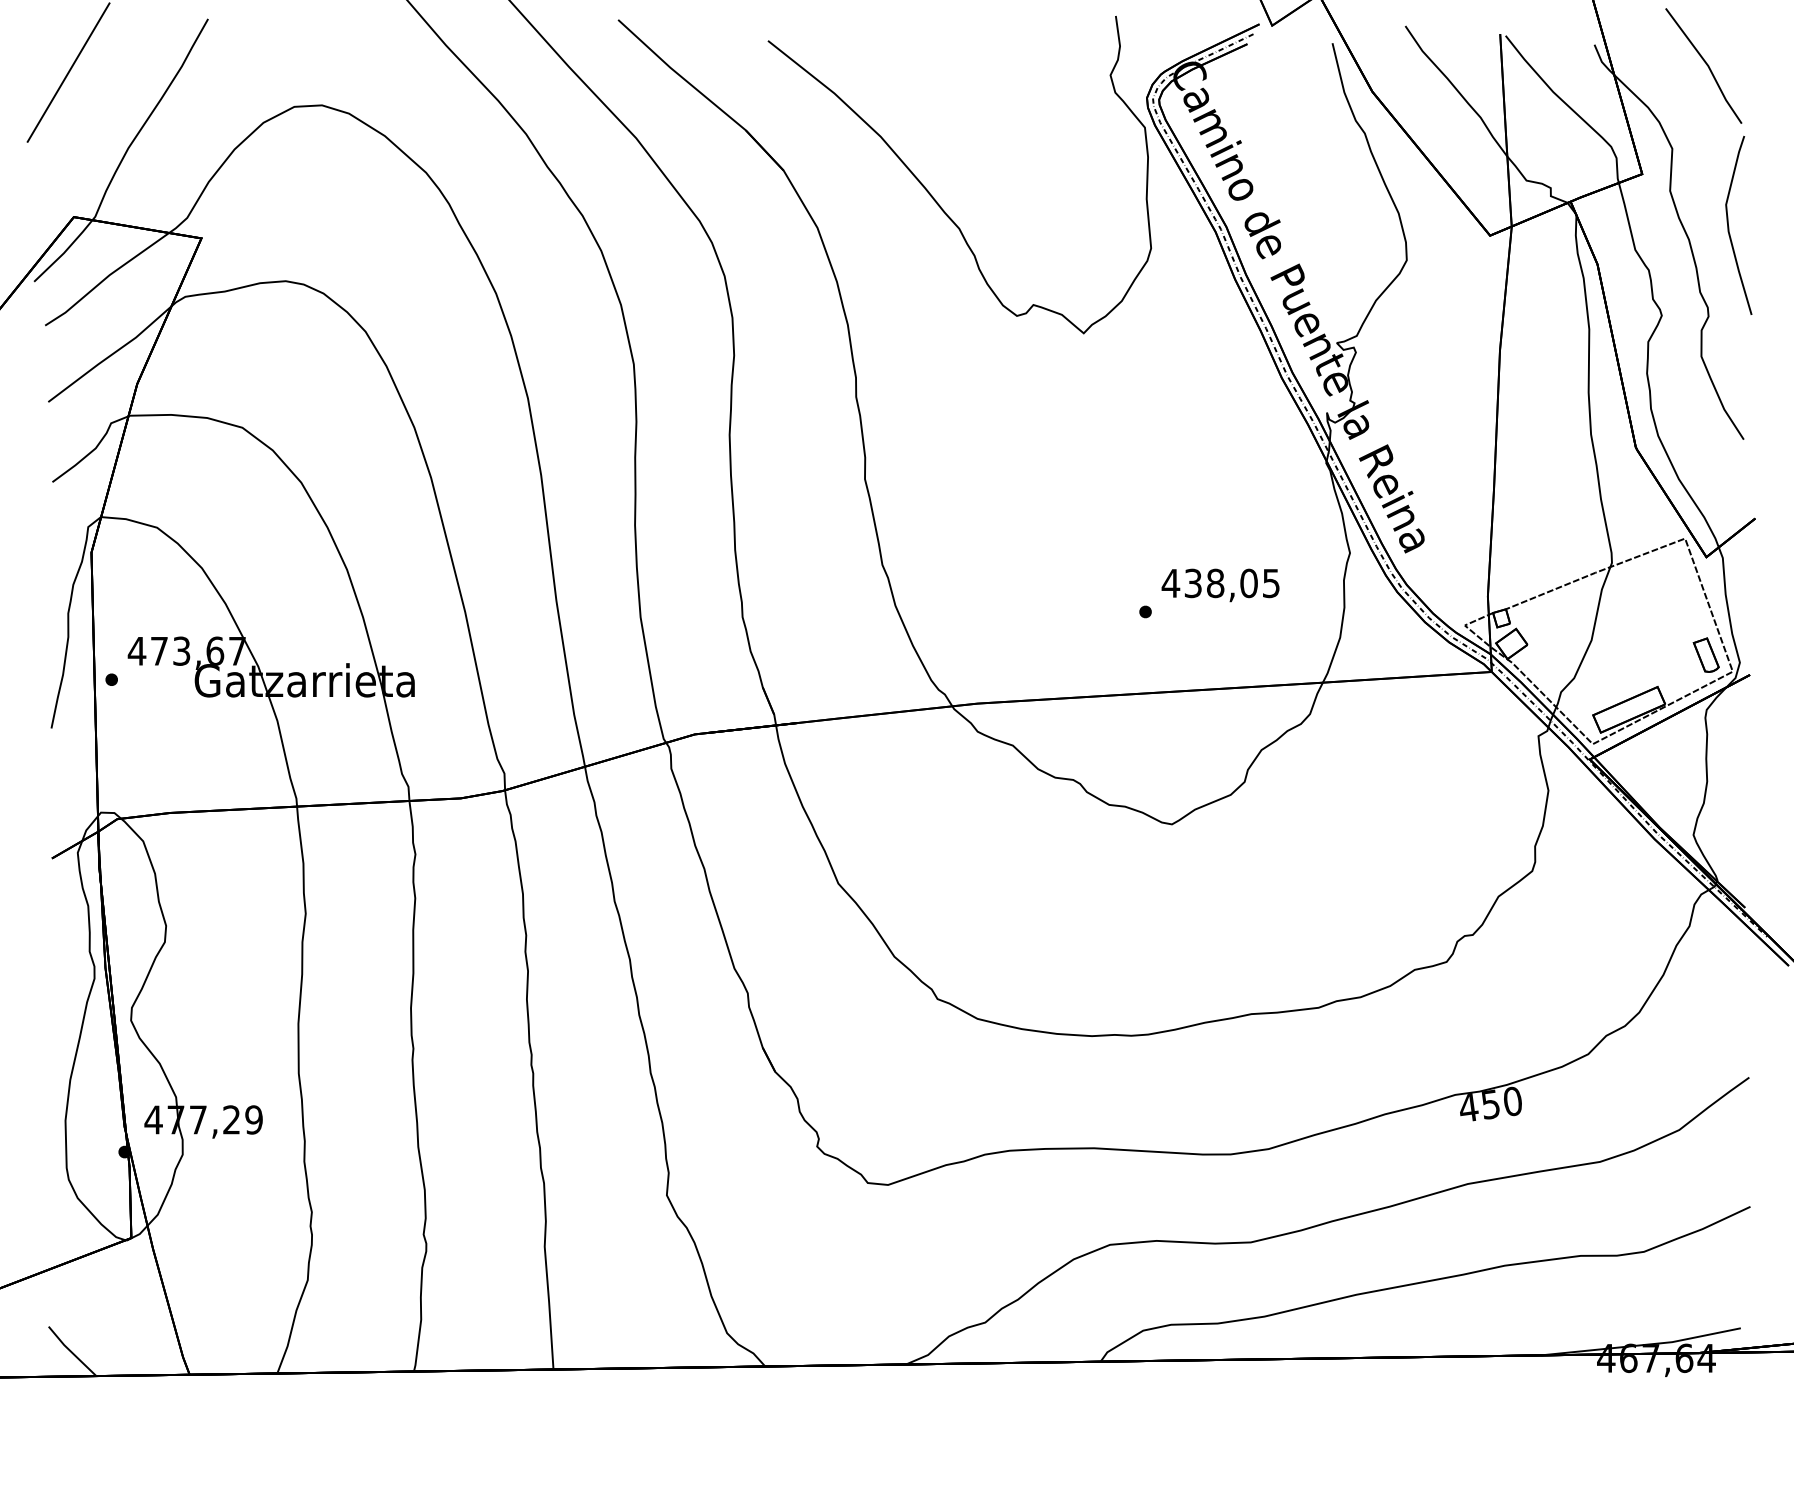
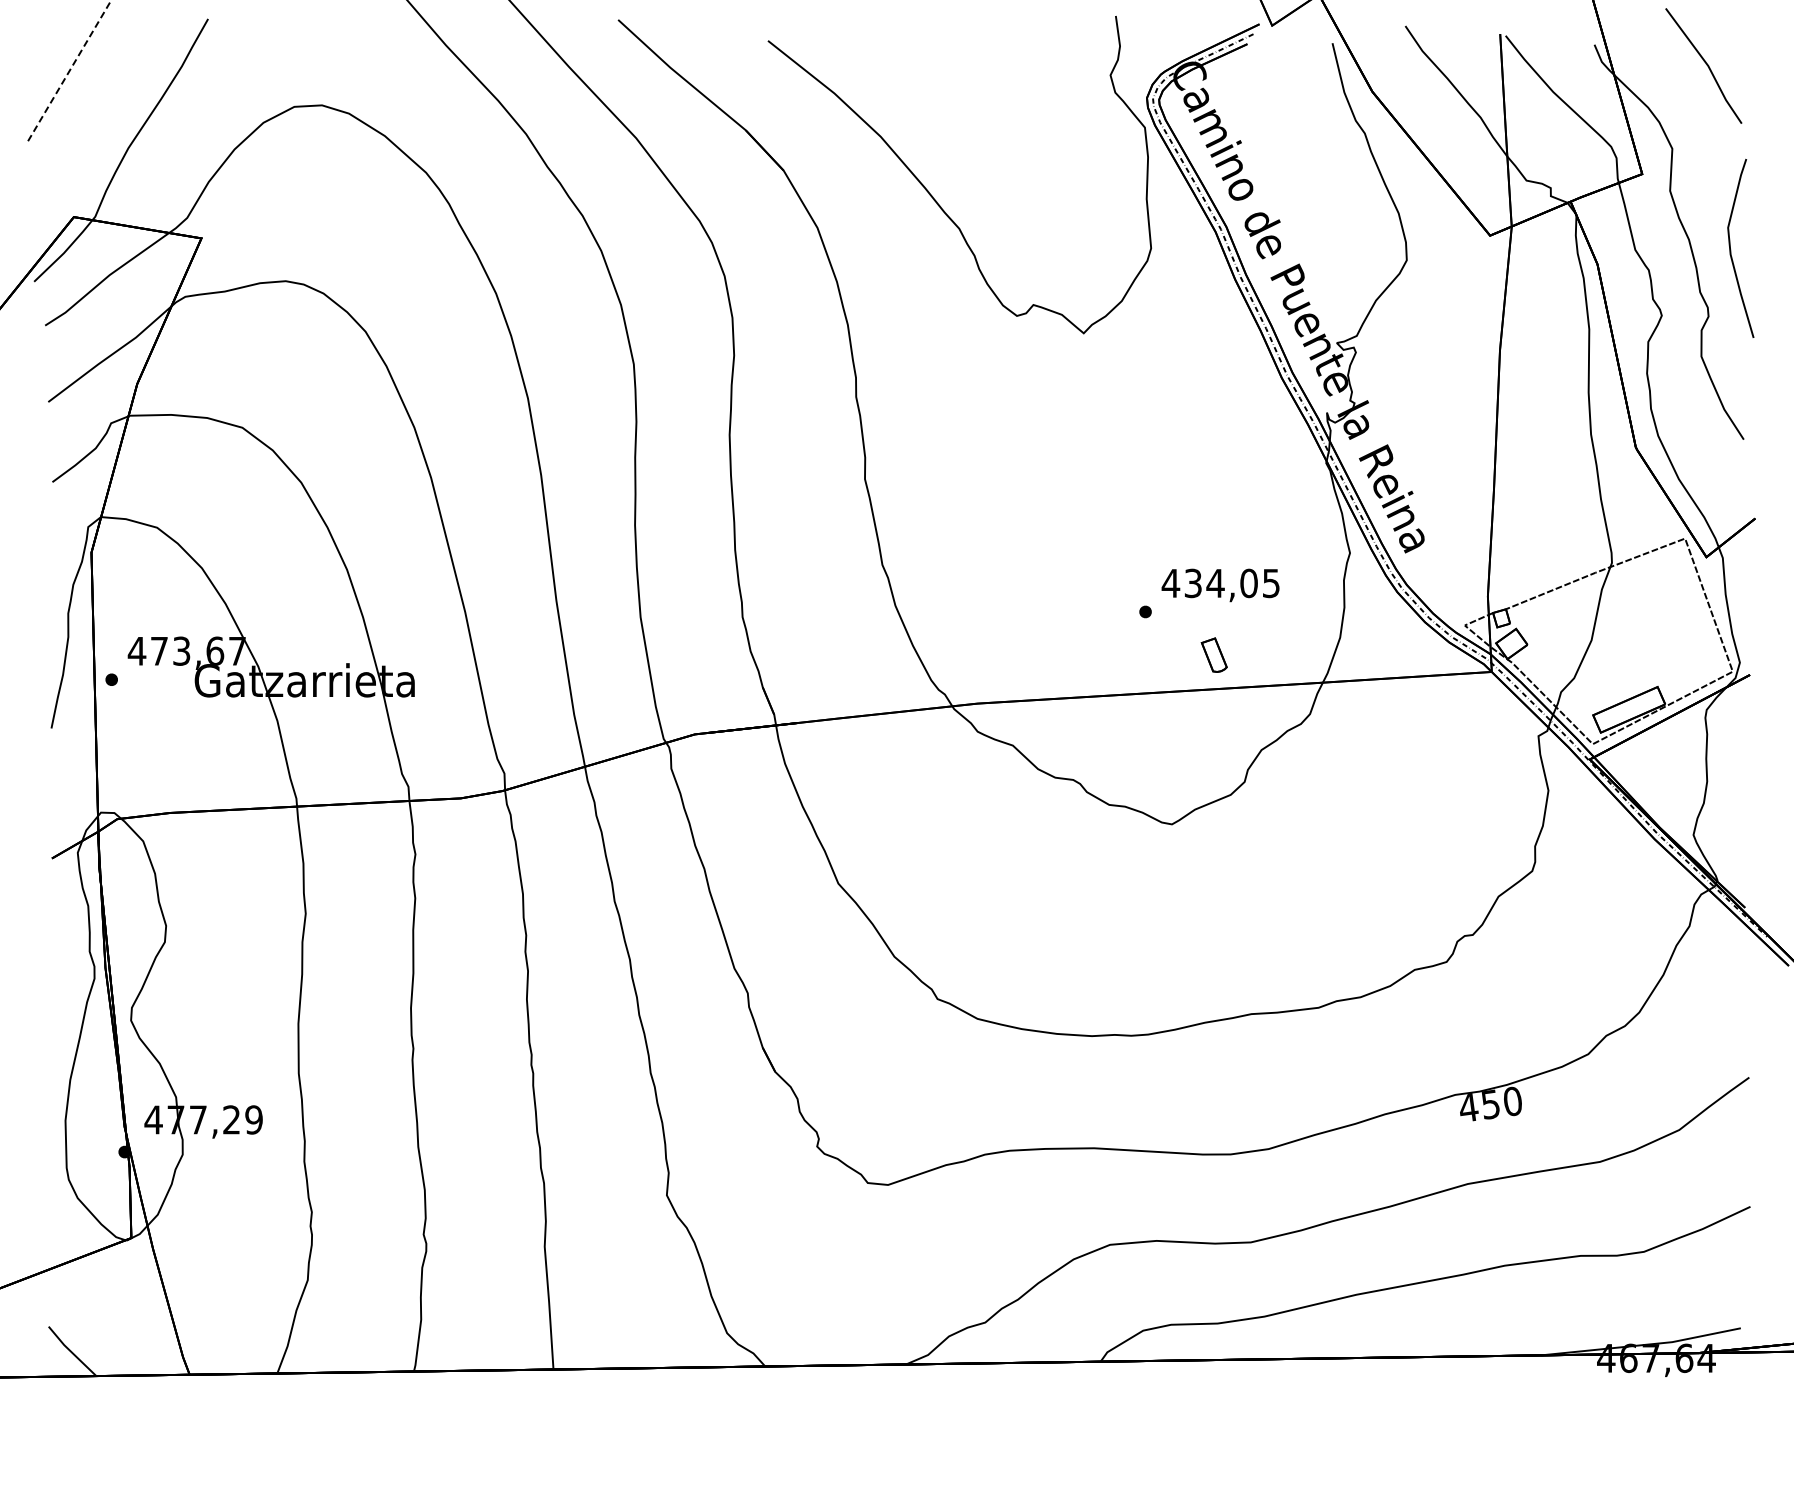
line at (68, 73): solid -> dashed
curve at (1729, 226) position: (1729, 226) -> (1731, 249)
text at (1215, 583): 438,05 -> 434,05
part at (1705, 654) position: (1705, 654) -> (1213, 654)
